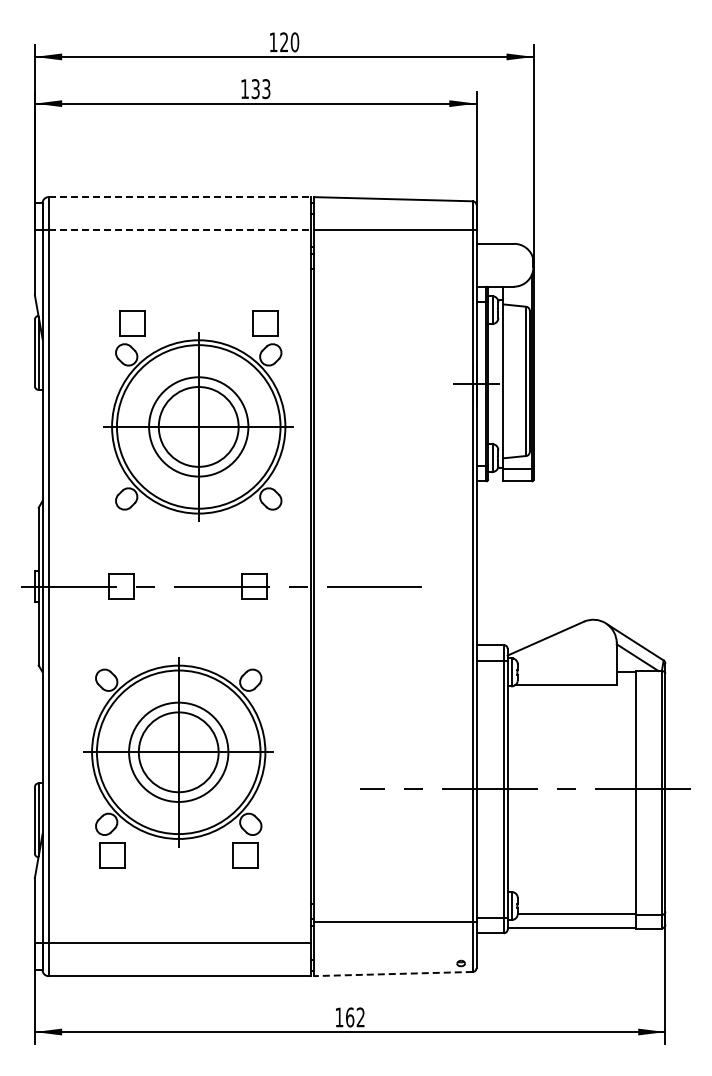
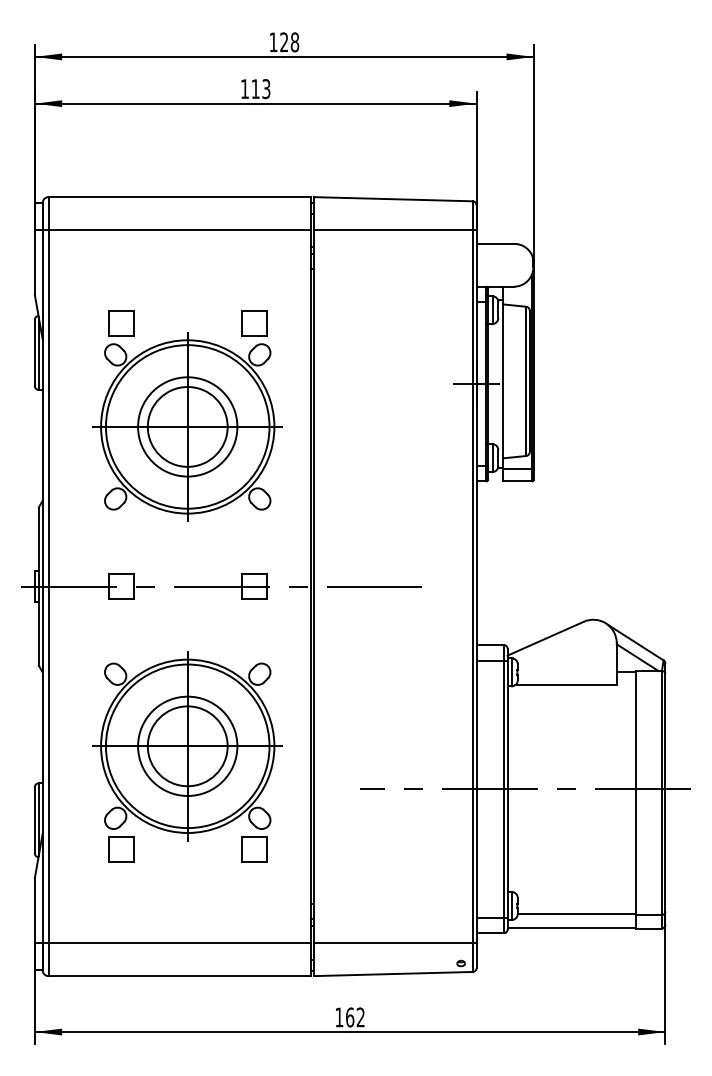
text at (294, 41): 120 -> 128
text at (255, 89): 133 -> 113
line at (180, 197): dashed -> solid
line at (180, 230): dashed -> solid
part at (198, 415) position: (198, 415) -> (187, 415)
part at (178, 762) position: (178, 762) -> (187, 756)
line at (395, 922) position: (395, 922) -> (395, 943)
line at (392, 974): dashed -> solid
